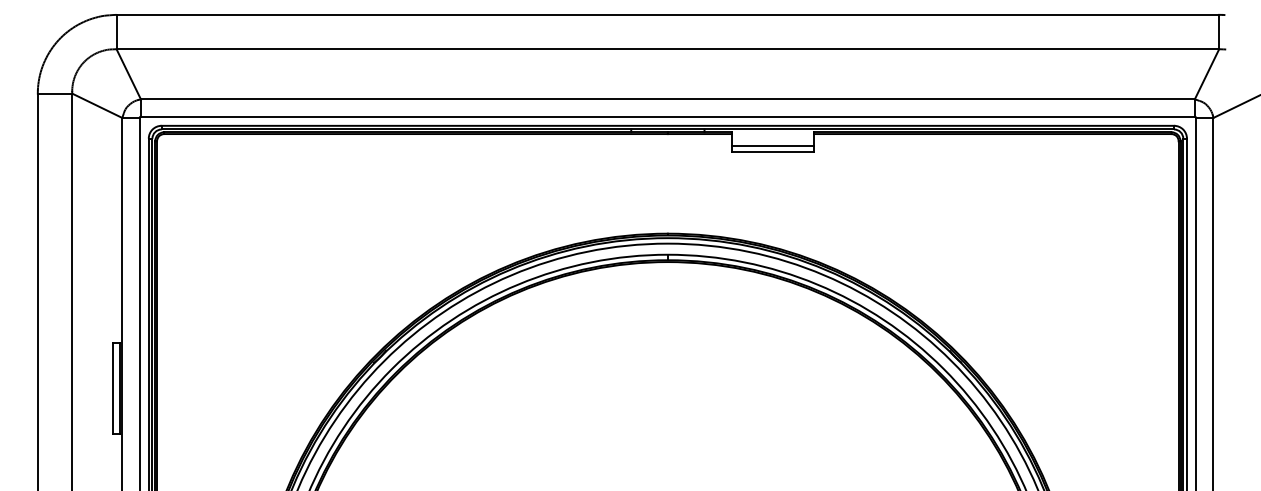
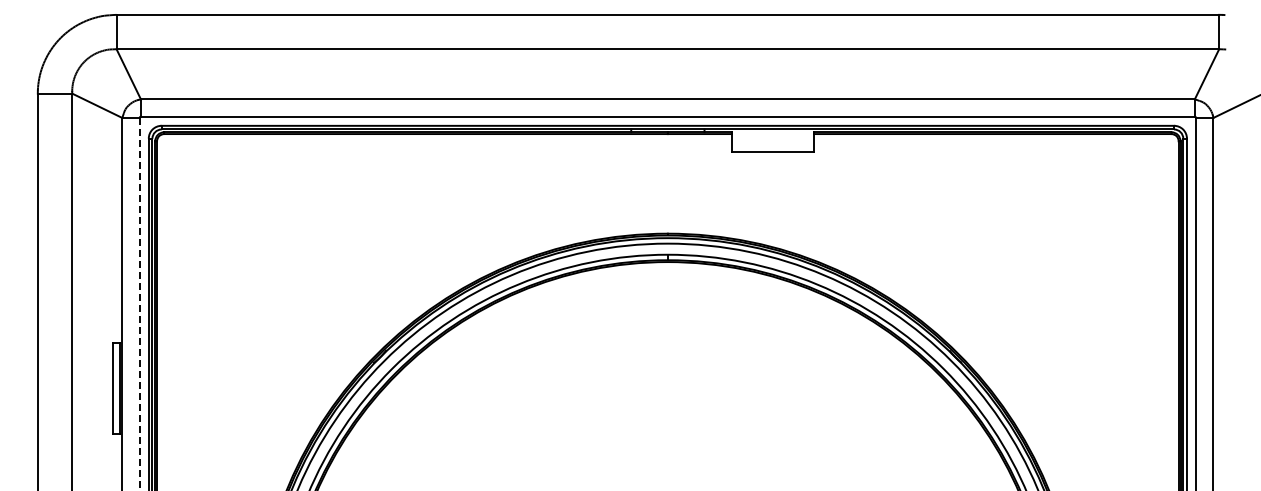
line at (773, 145): present -> none
line at (139, 304): solid -> dashed
